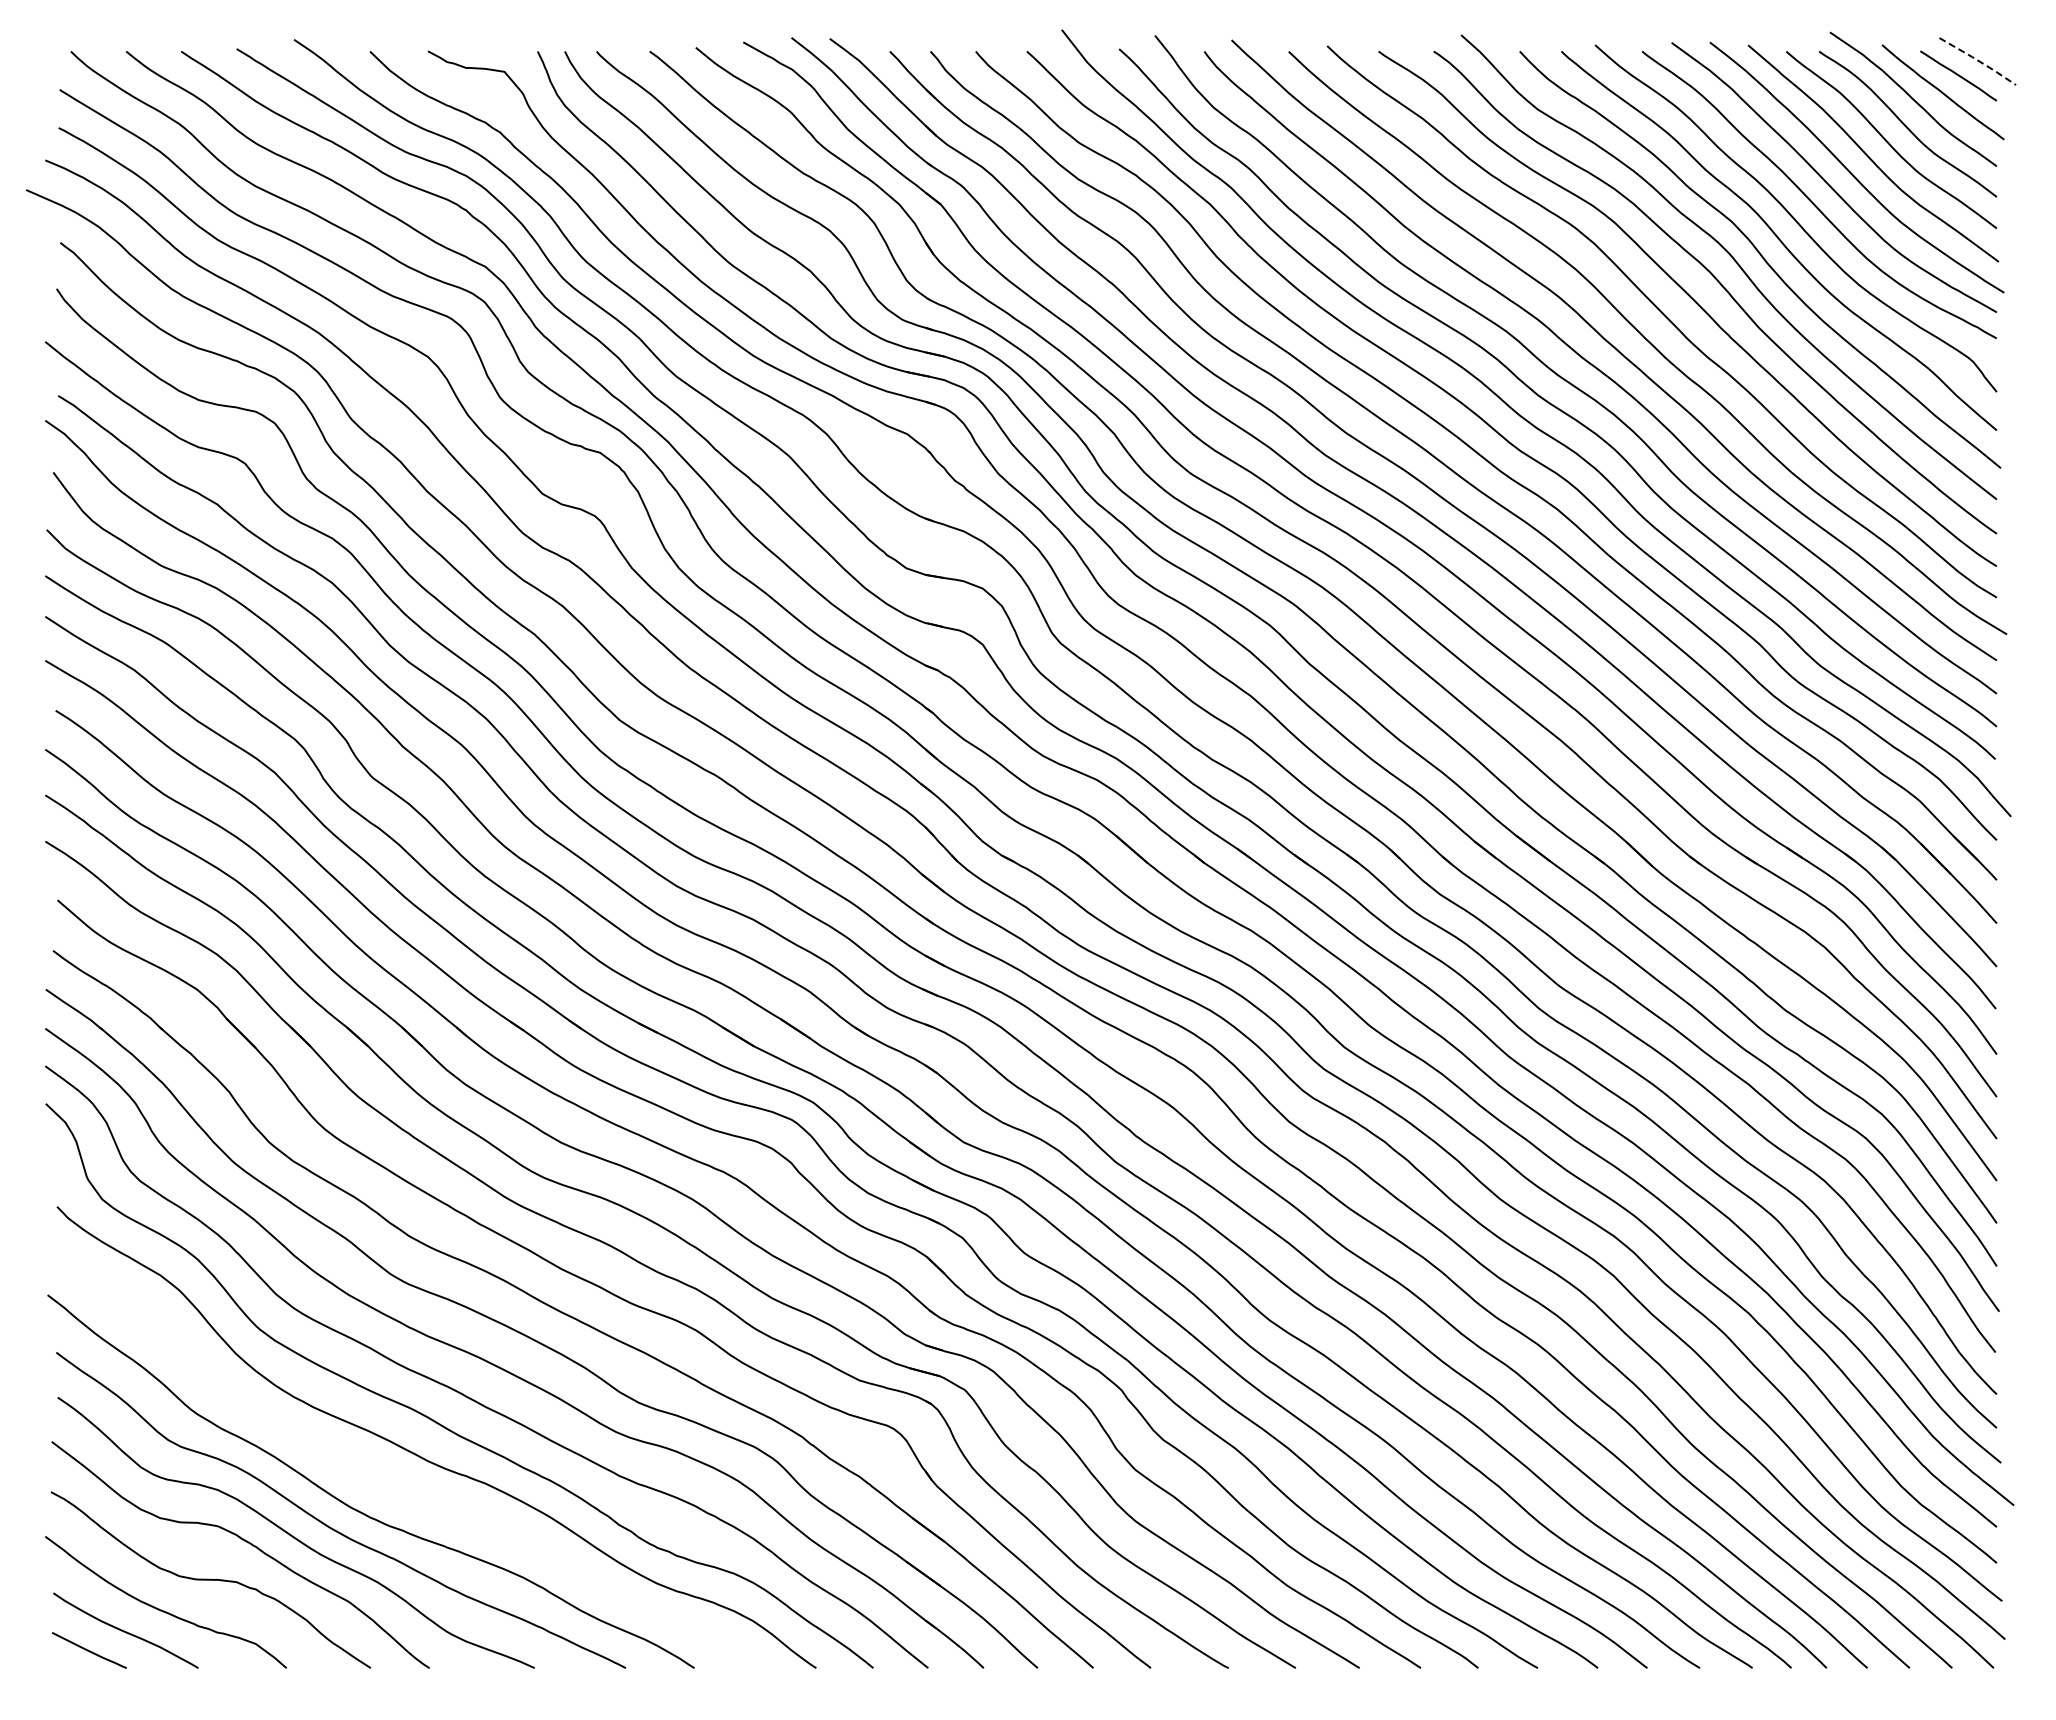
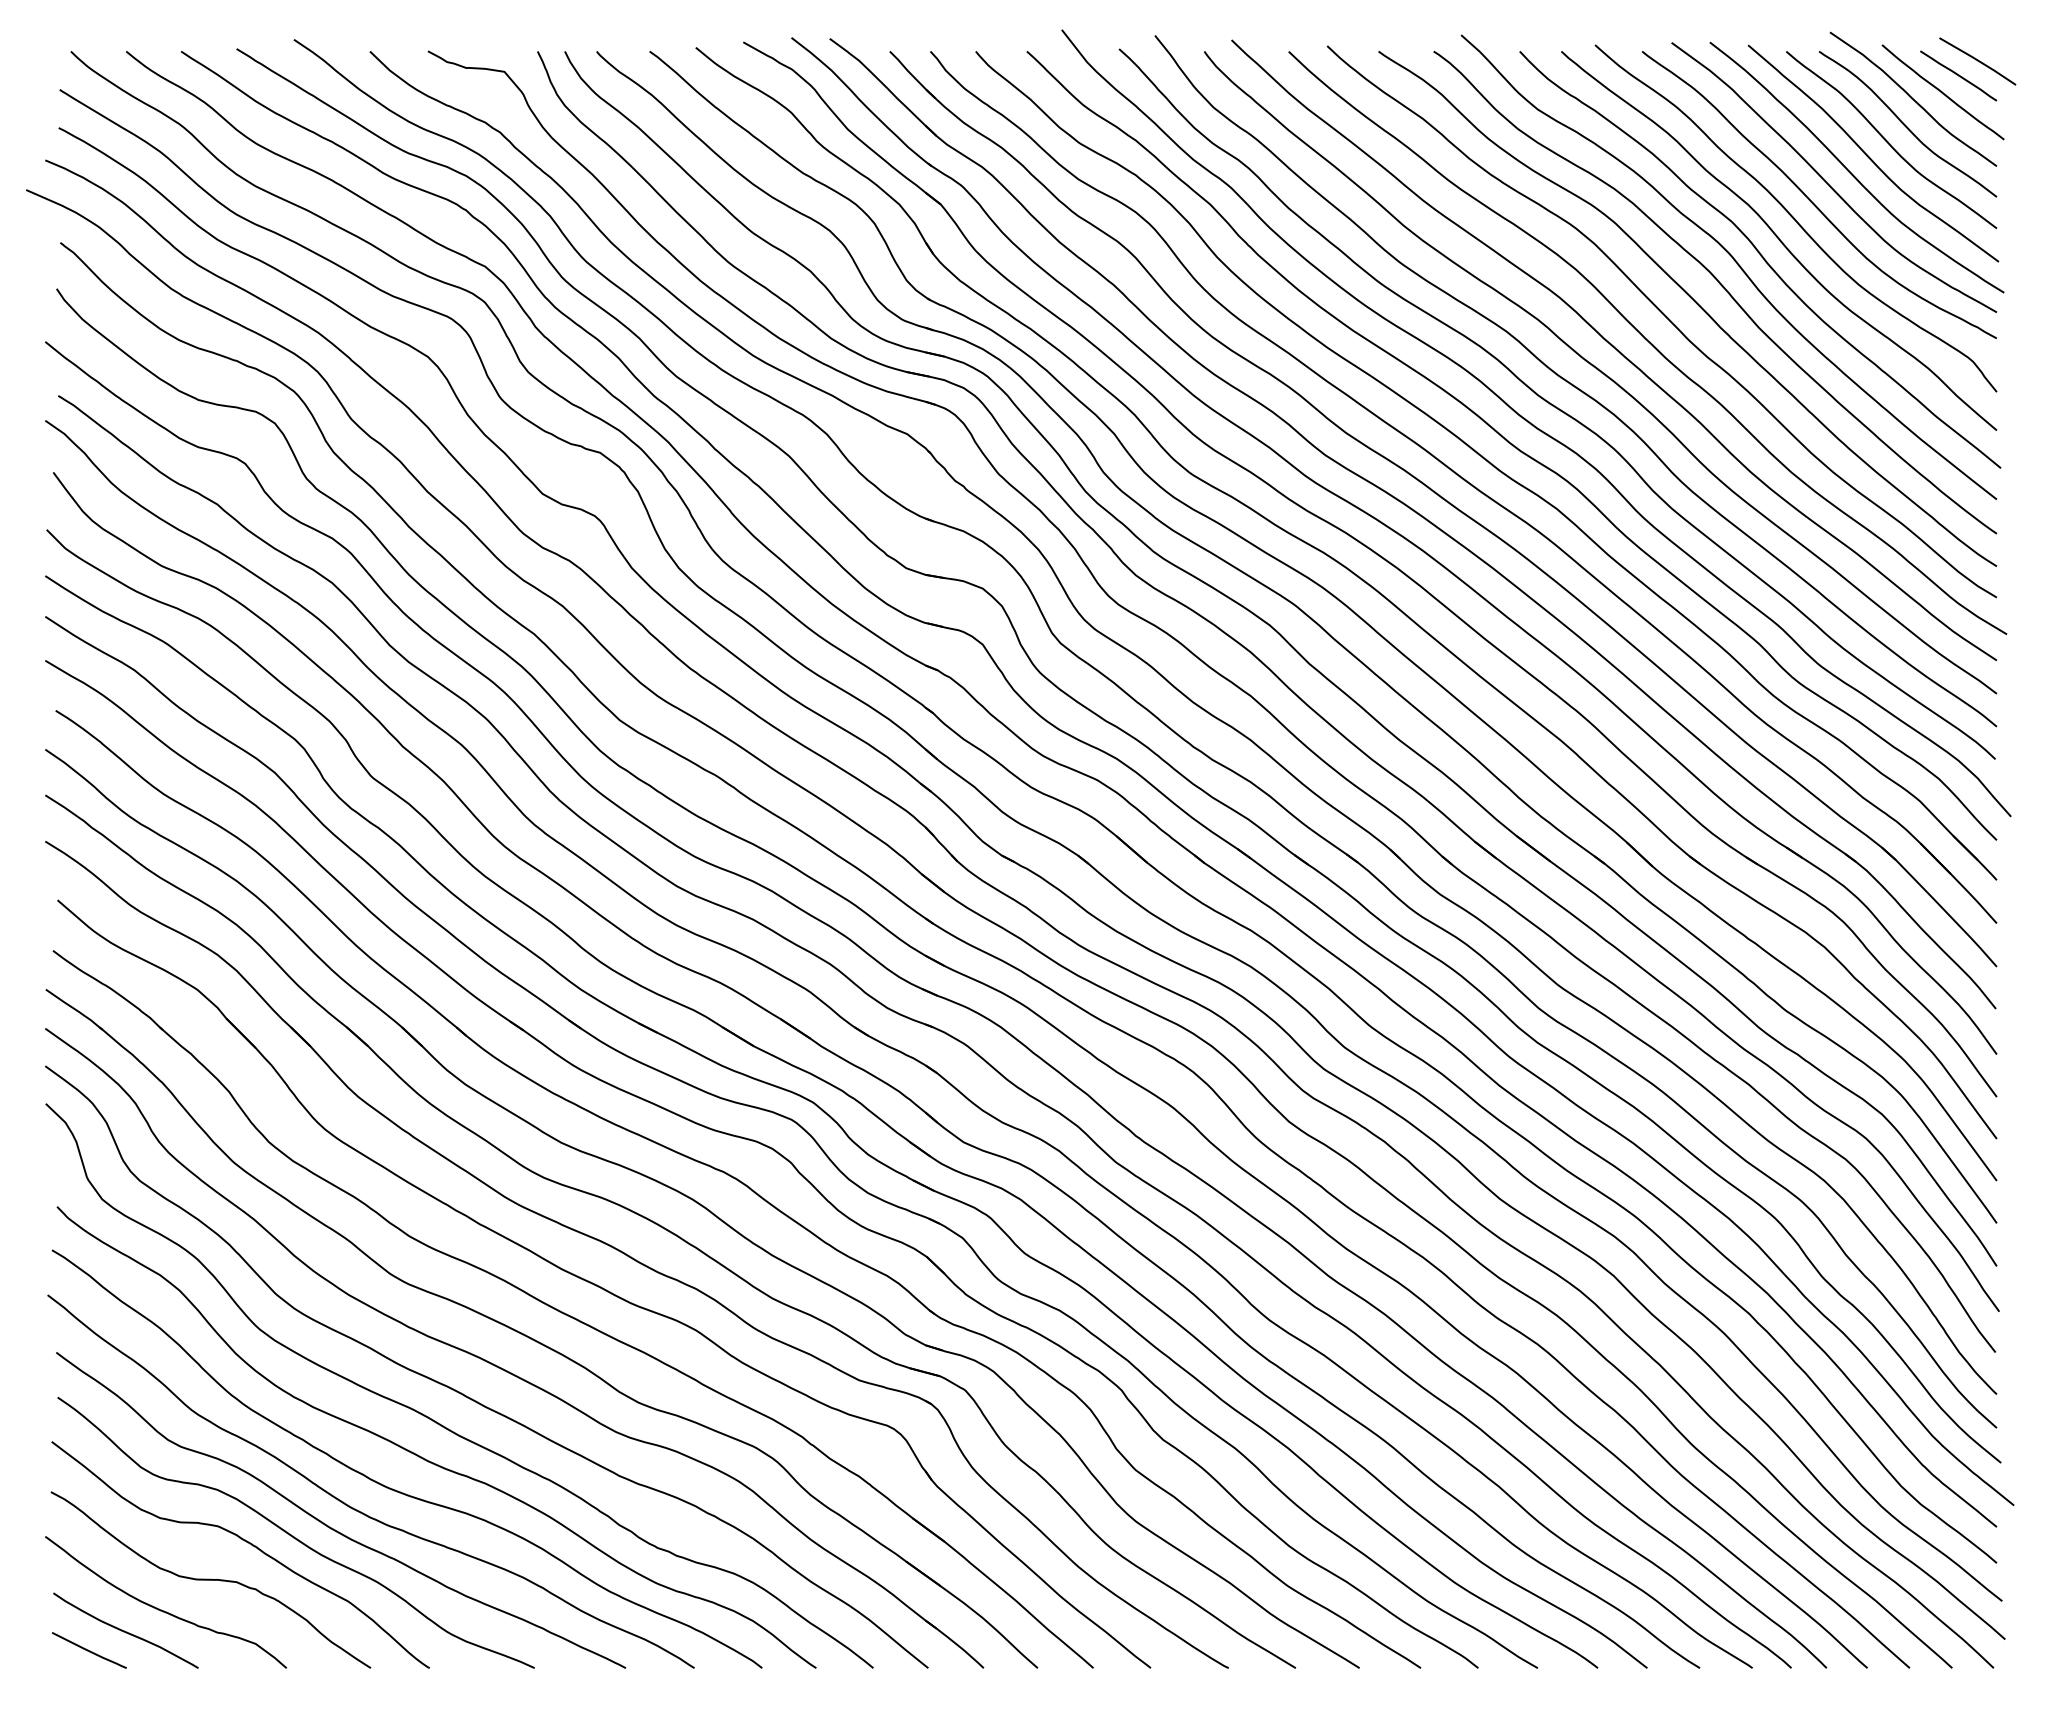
line at (1979, 61): dashed -> solid
curve at (395, 1489): none -> present
